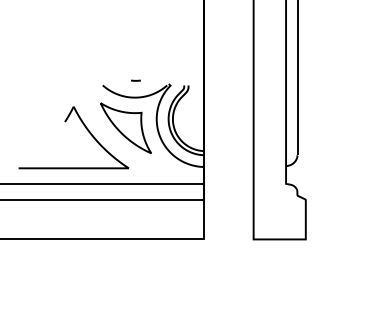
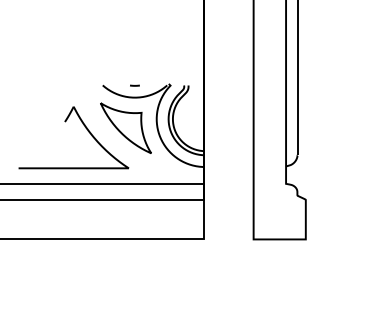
curve at (135, 80) position: (135, 80) -> (134, 85)
